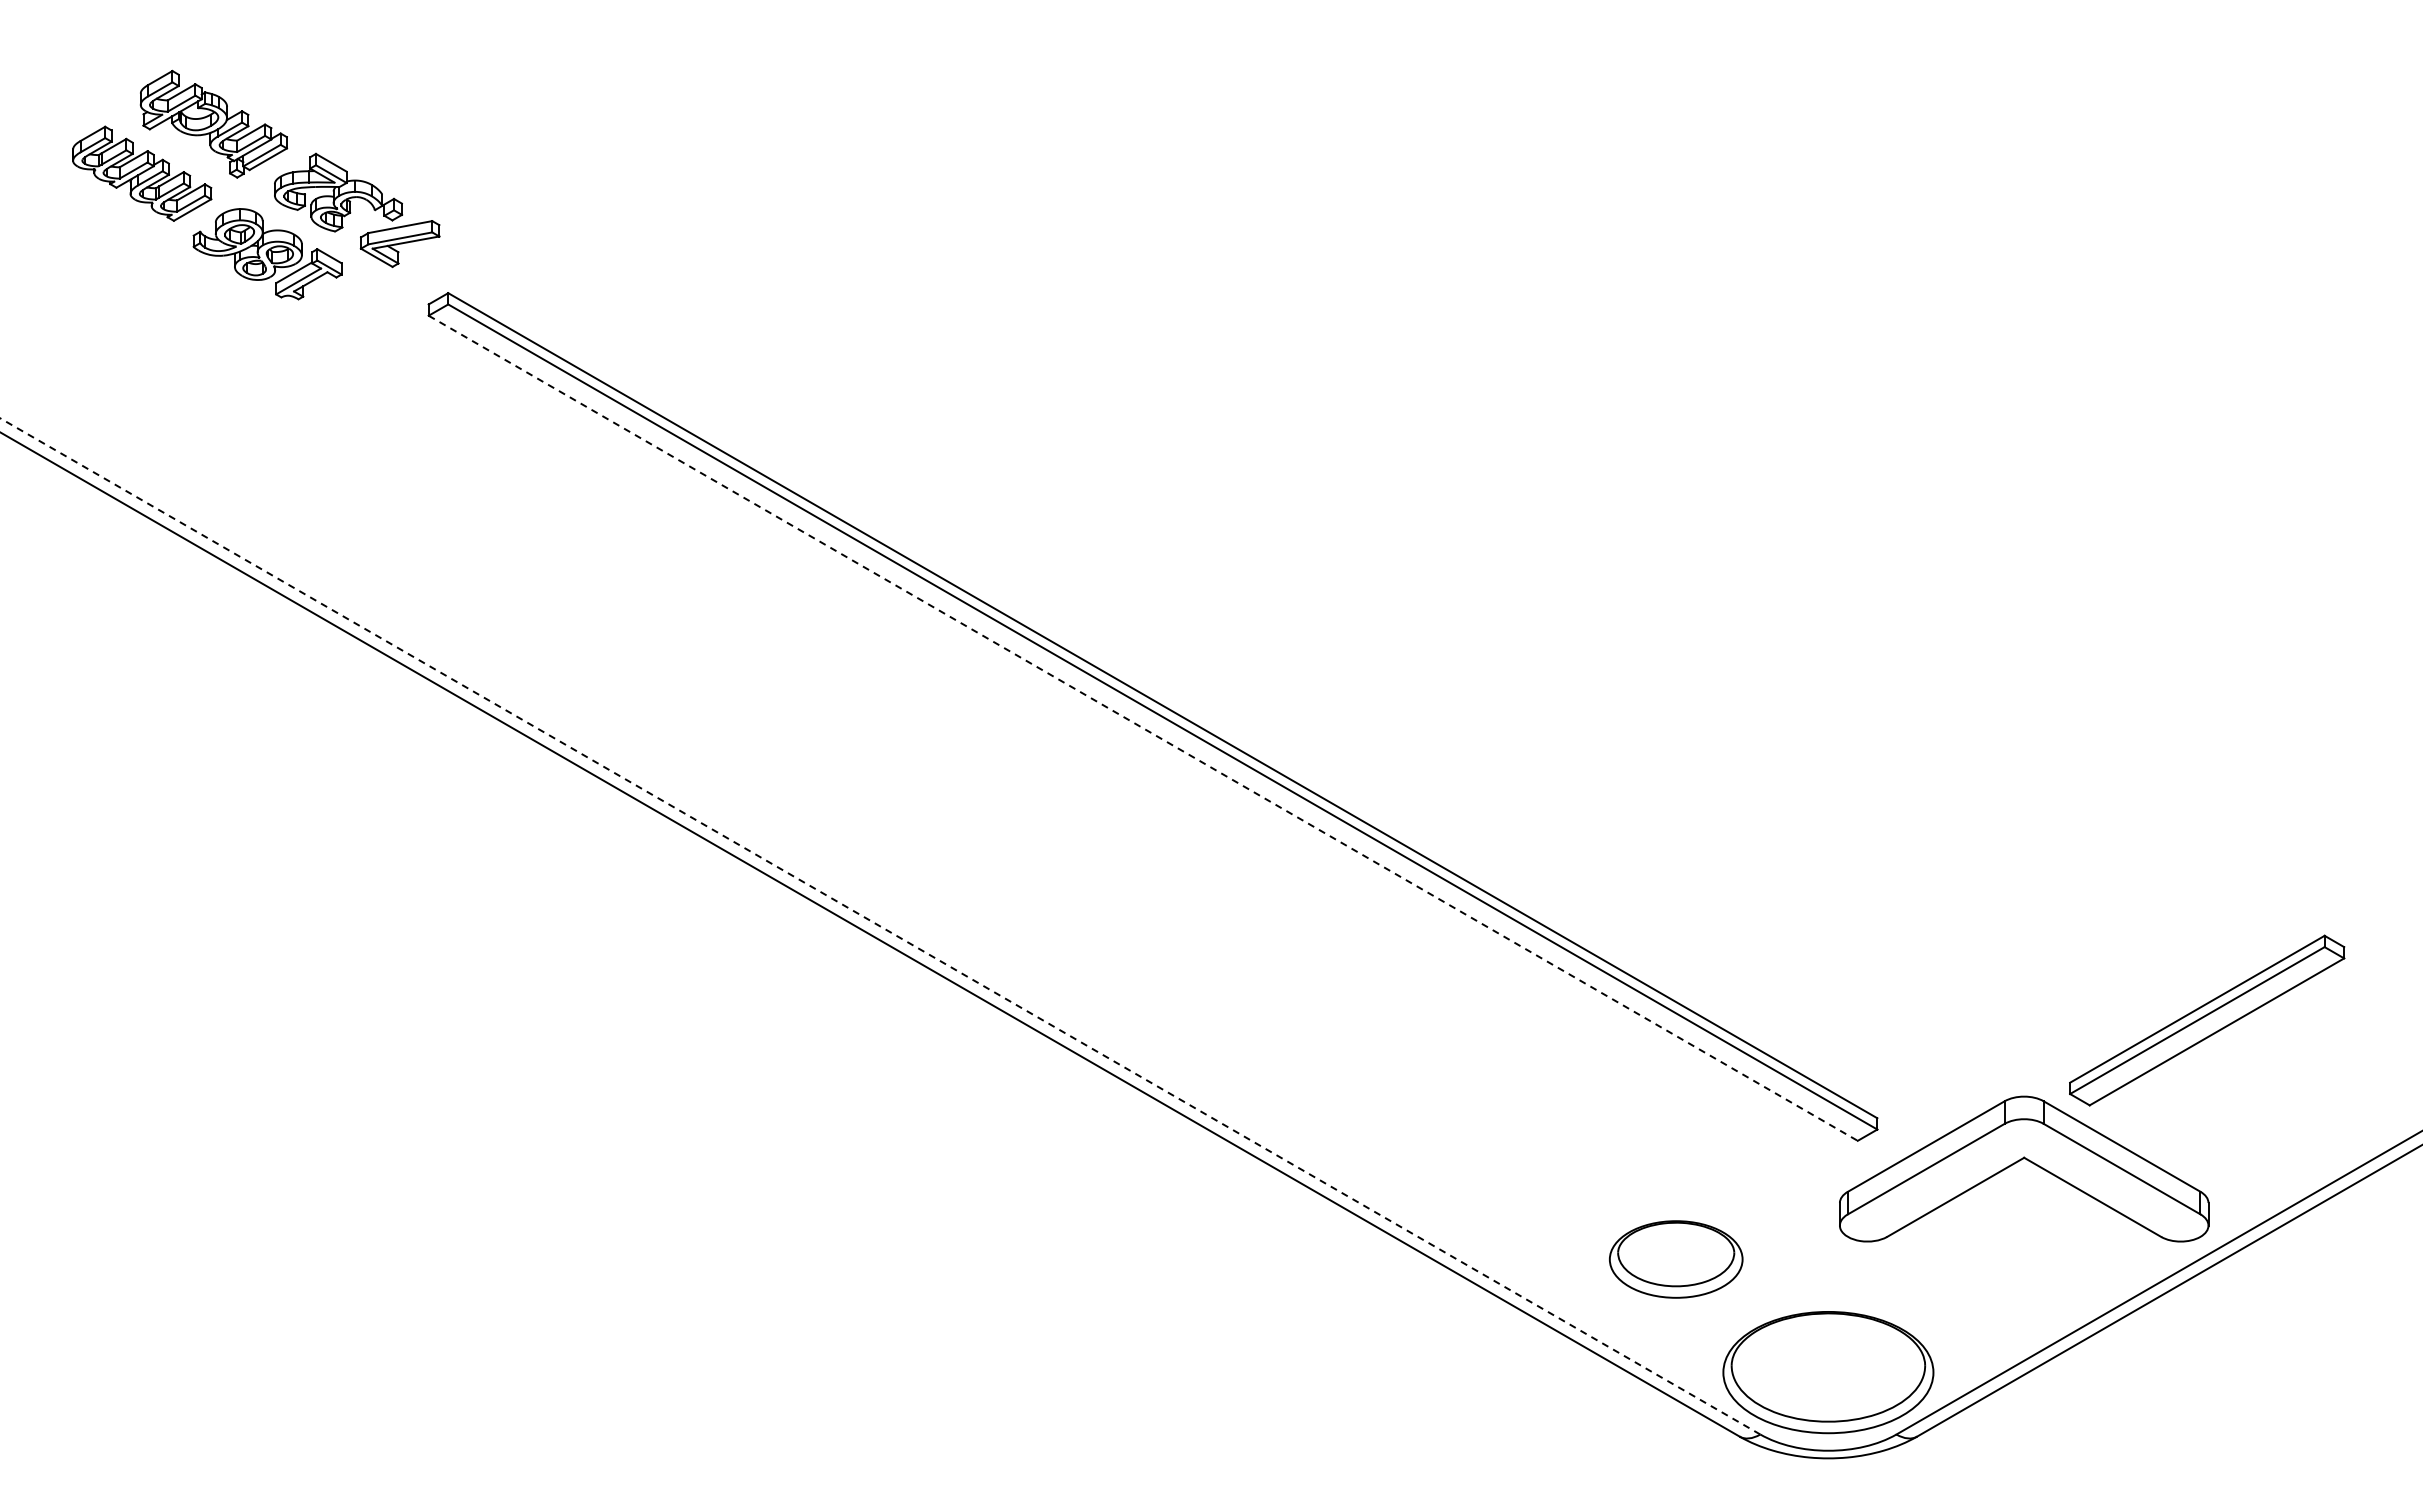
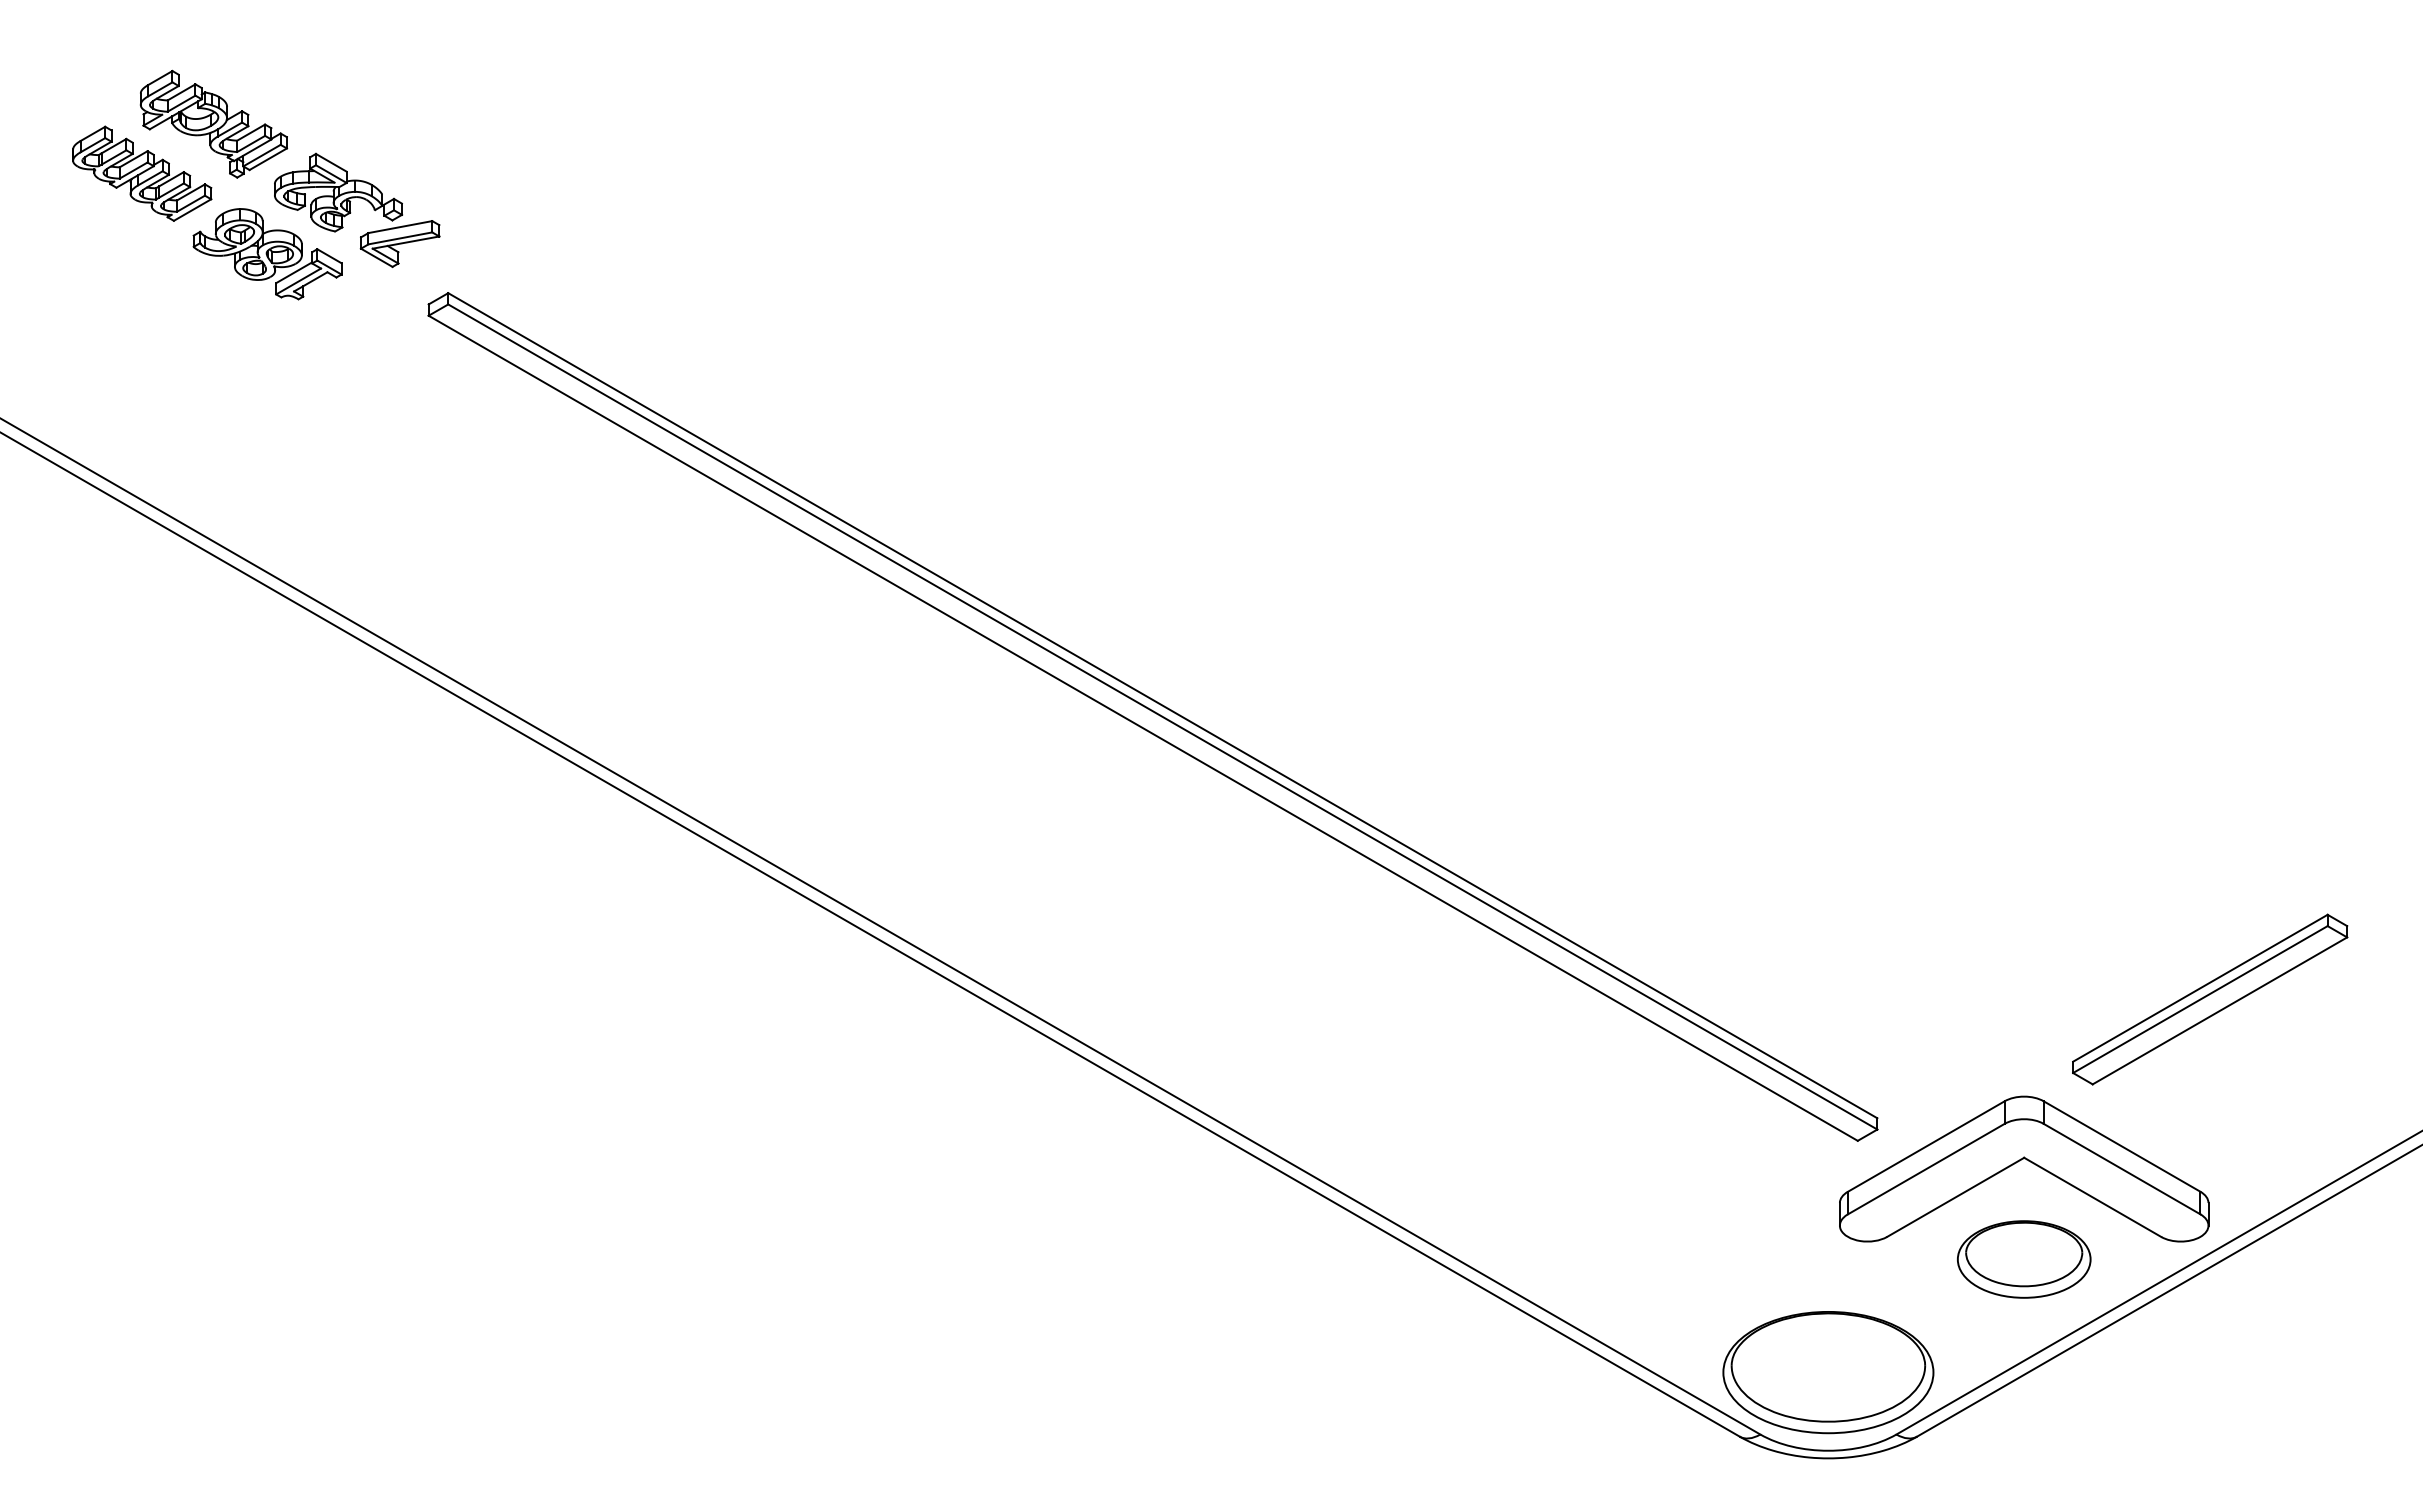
line at (1143, 728): dashed -> solid
line at (880, 926): dashed -> solid
part at (2207, 1020) position: (2207, 1020) -> (2210, 999)
part at (1676, 1259) position: (1676, 1259) -> (2024, 1259)
